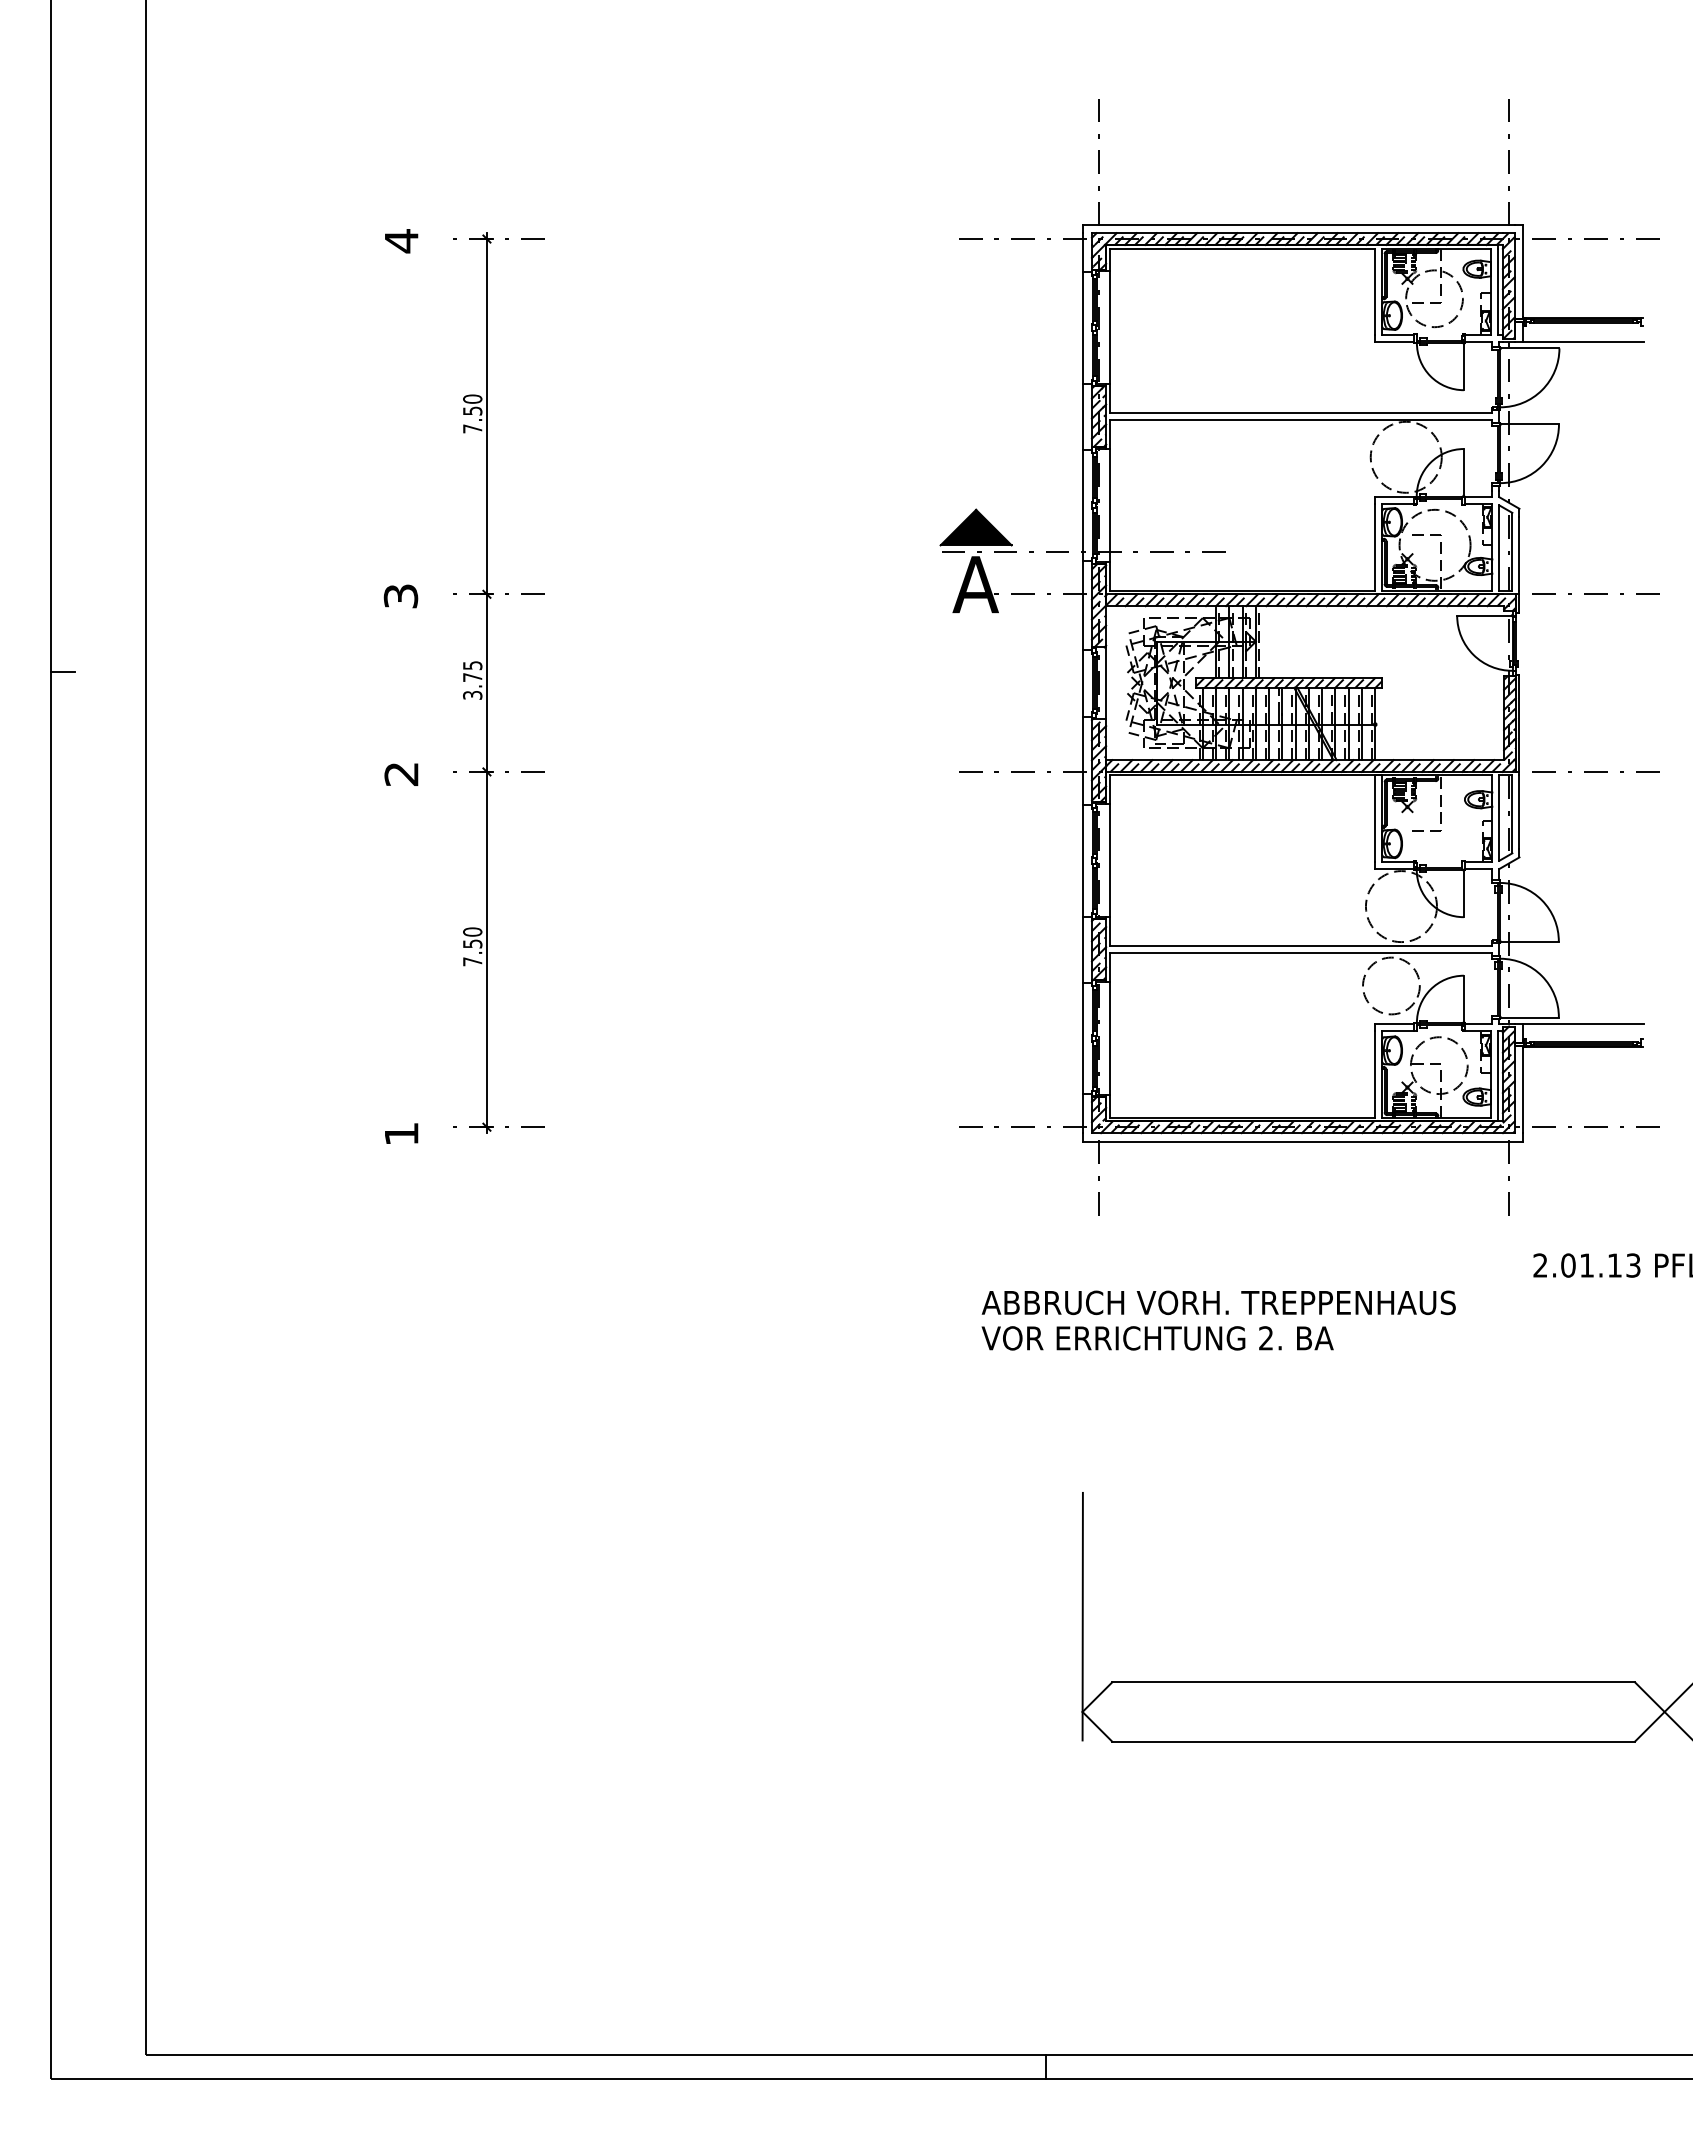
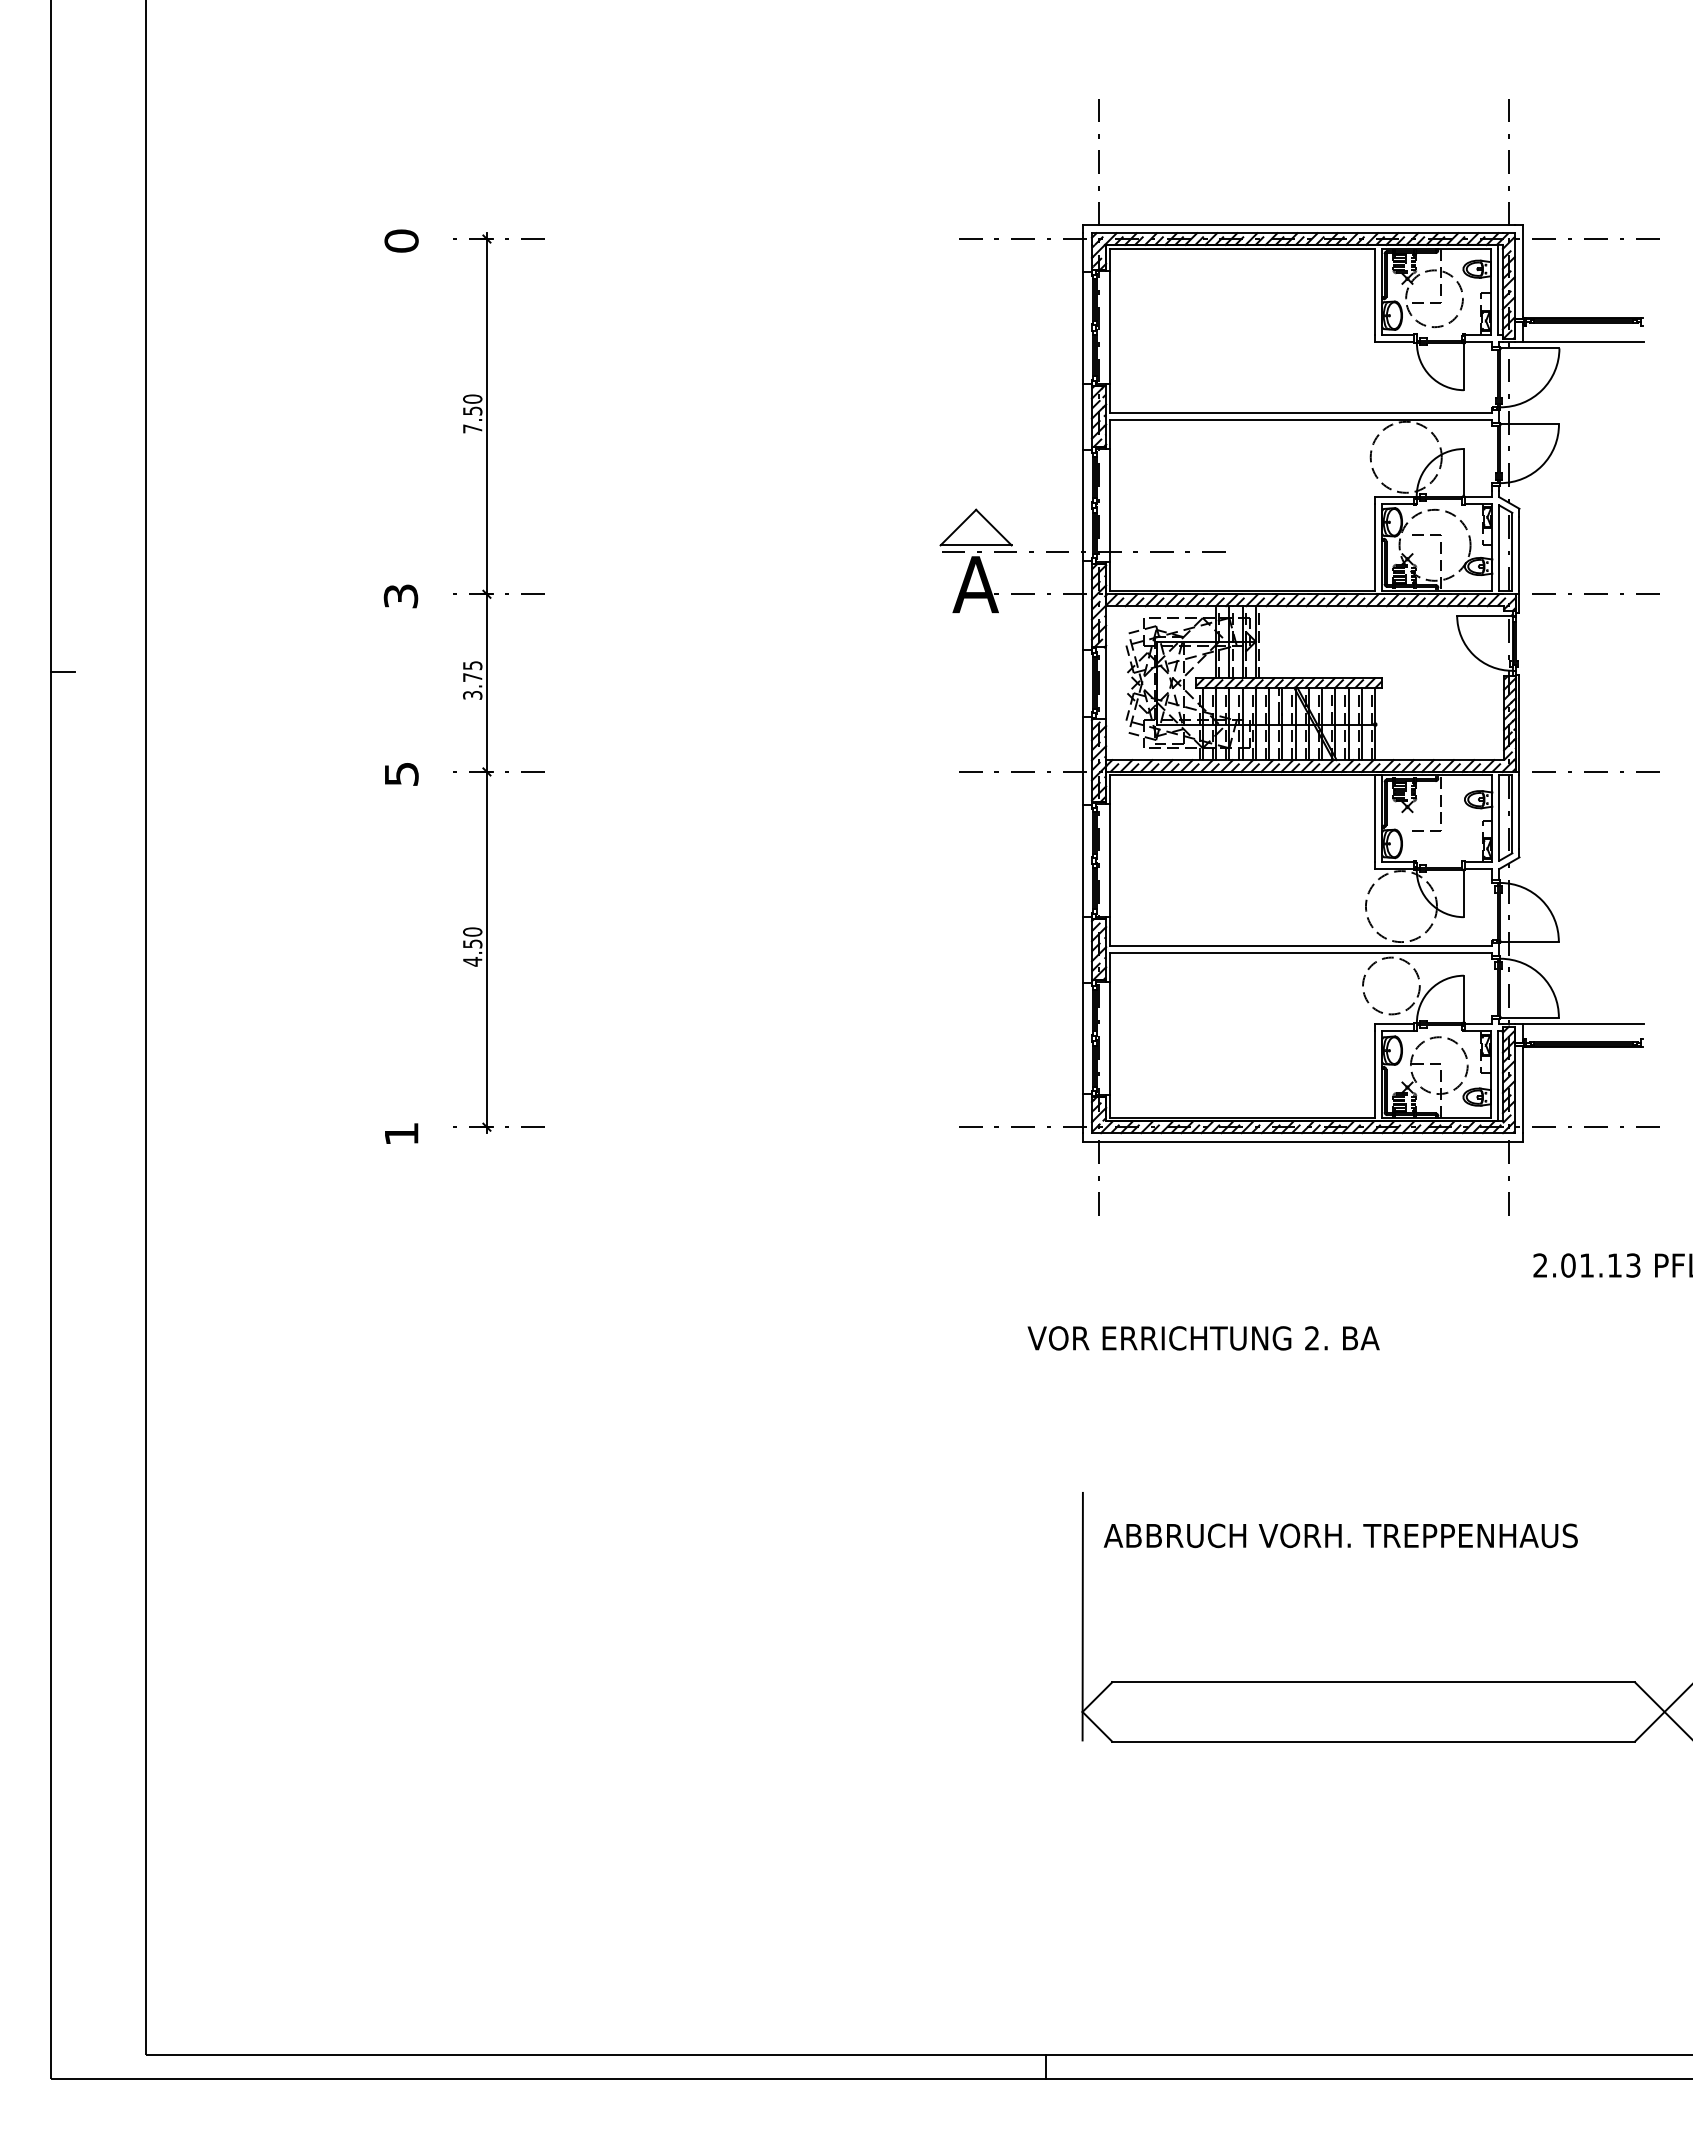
text at (401, 241): 4 -> 0
fill at (975, 527): present -> none
text at (401, 774): 2 -> 5
text at (472, 961): 7.50 -> 4.50
text at (1218, 1302) position: (1218, 1302) -> (1340, 1535)
text at (1157, 1338) position: (1157, 1338) -> (1203, 1338)
